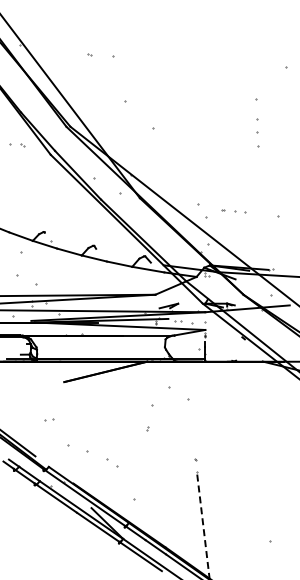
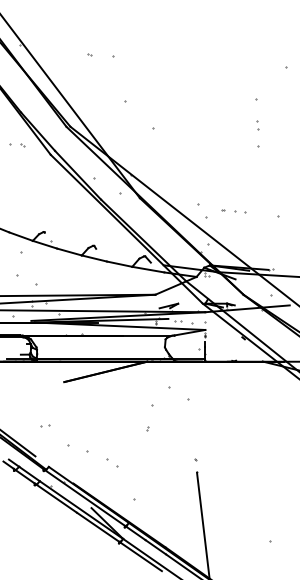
part at (257, 125) size: 3x16 px -> 4x11 px
part at (49, 419) position: (49, 419) -> (45, 425)
line at (203, 526): dashed -> solid
